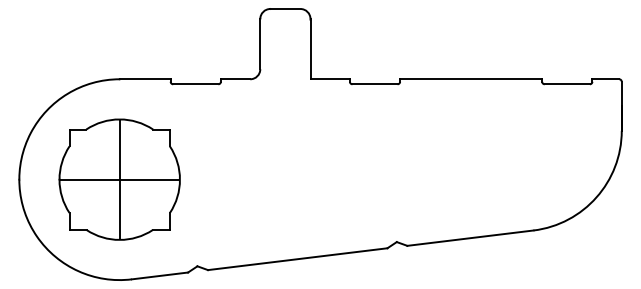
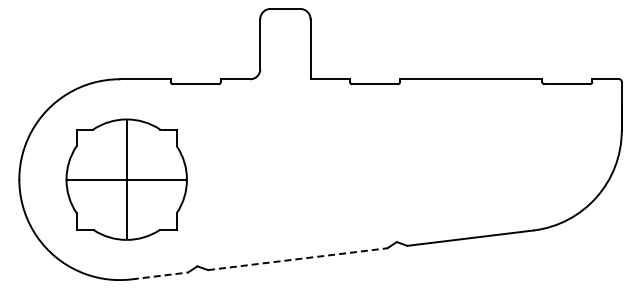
part at (119, 179) position: (119, 179) -> (126, 179)
line at (298, 259): solid -> dashed
line at (160, 275): solid -> dashed
